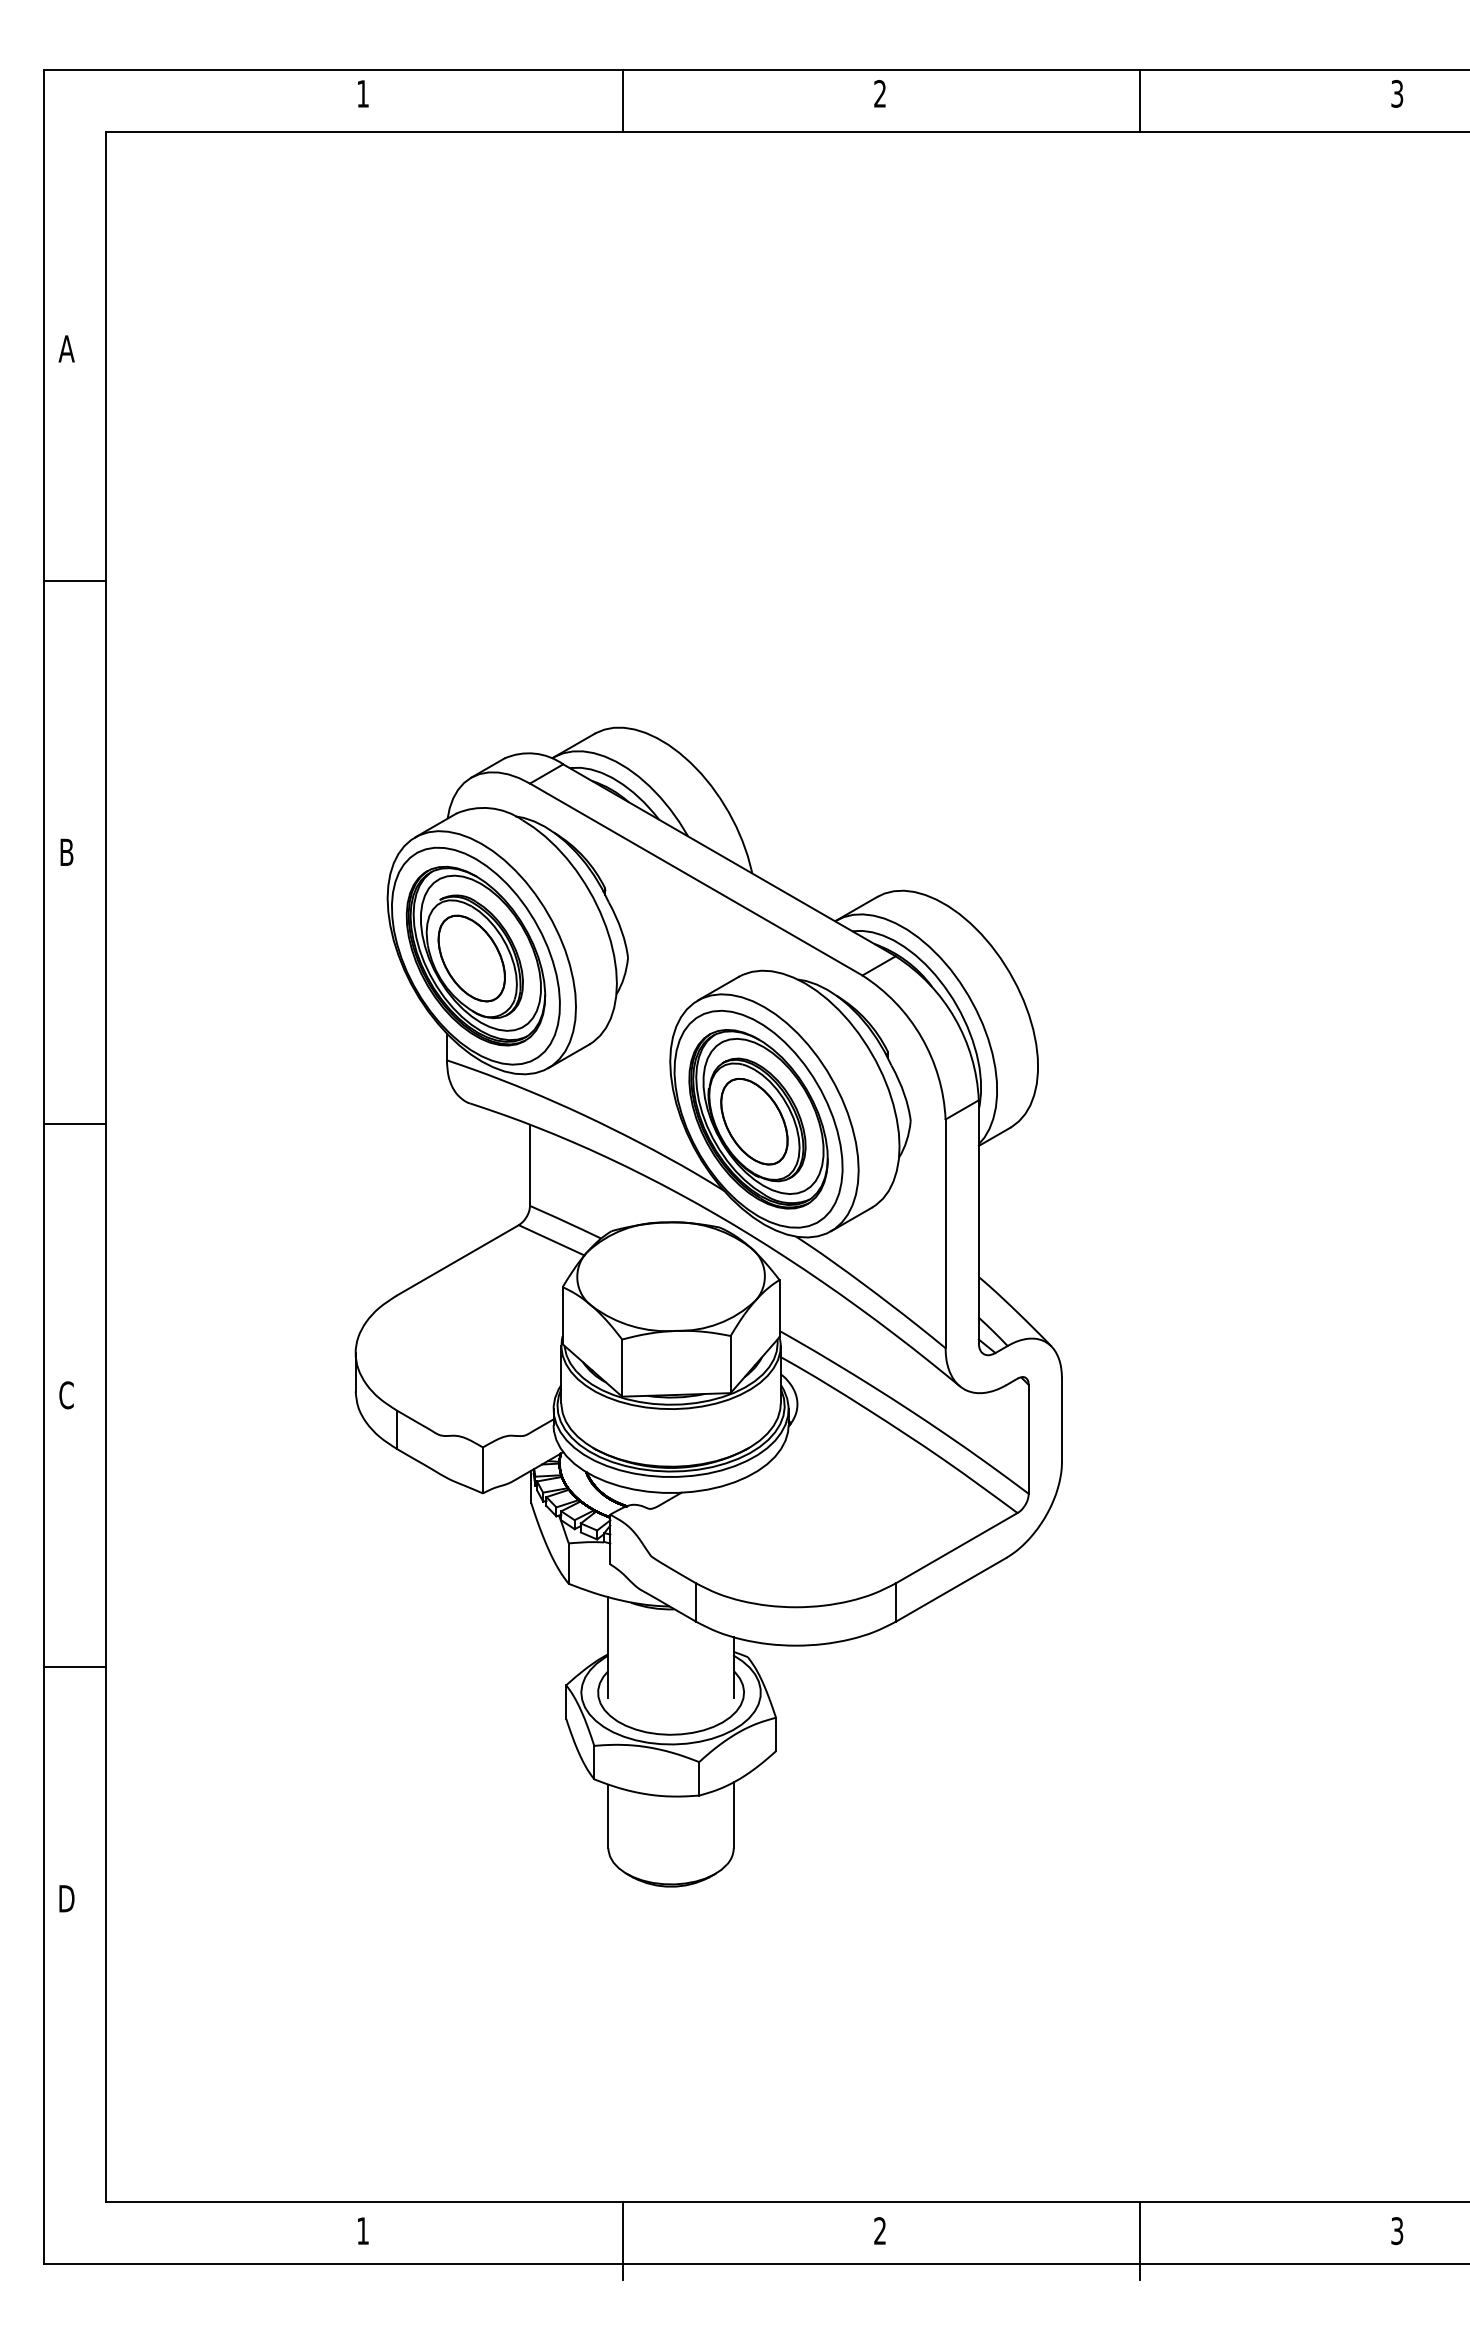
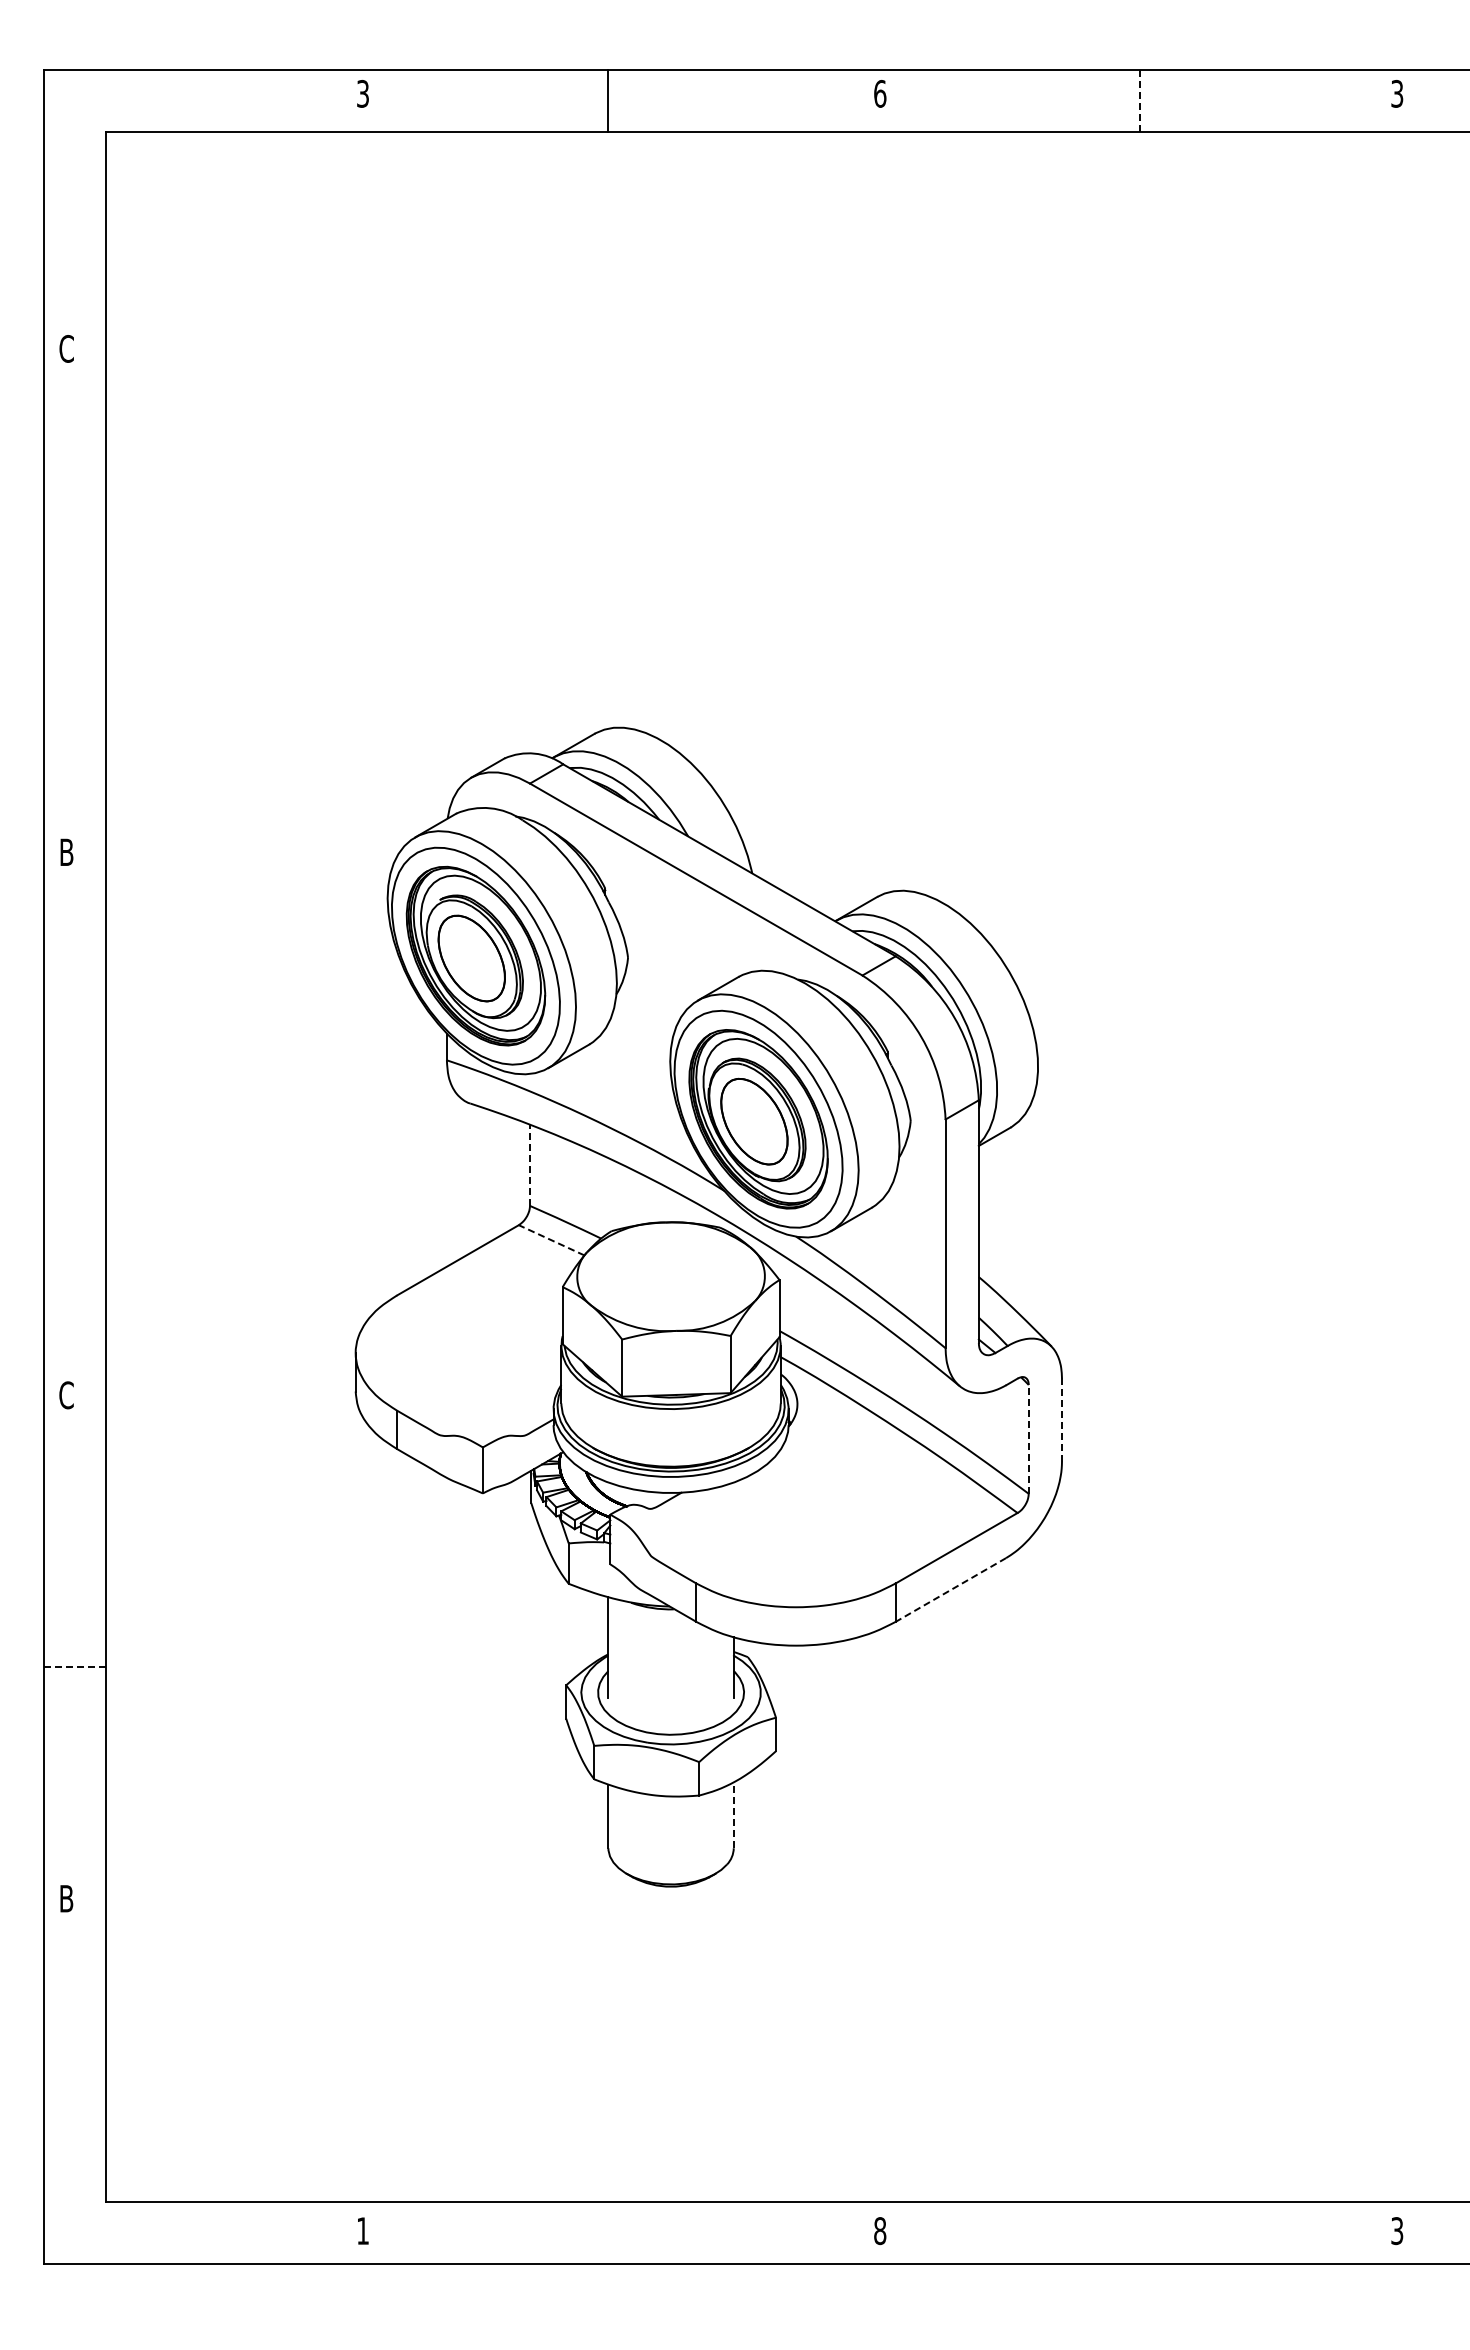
text at (362, 93): 1 -> 3
text at (880, 93): 2 -> 6
line at (623, 101) position: (623, 101) -> (608, 101)
line at (1140, 101): solid -> dashed
text at (66, 348): A -> C
line at (74, 580): present -> none
line at (74, 1123): present -> none
line at (530, 1165): solid -> dashed
line at (551, 1240): solid -> dashed
line at (1061, 1420): solid -> dashed
line at (1028, 1438): solid -> dashed
line at (950, 1589): solid -> dashed
line at (75, 1666): solid -> dashed
line at (733, 1815): solid -> dashed
text at (66, 1898): D -> B
text at (880, 2231): 2 -> 8
line at (623, 2240): present -> none
line at (1140, 2240): present -> none
